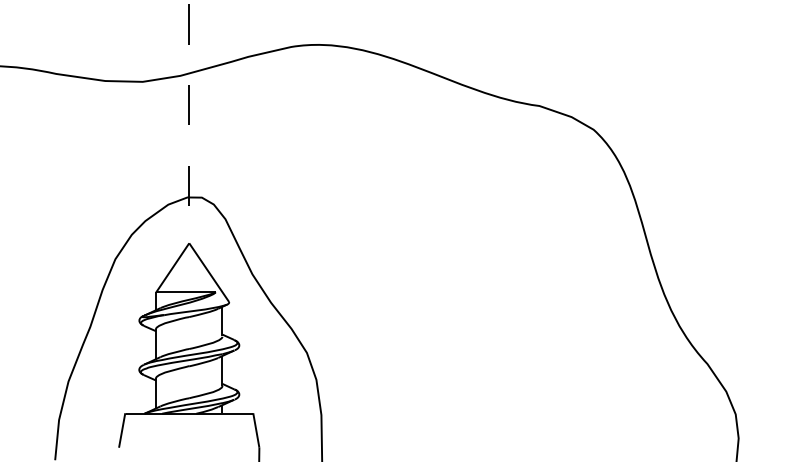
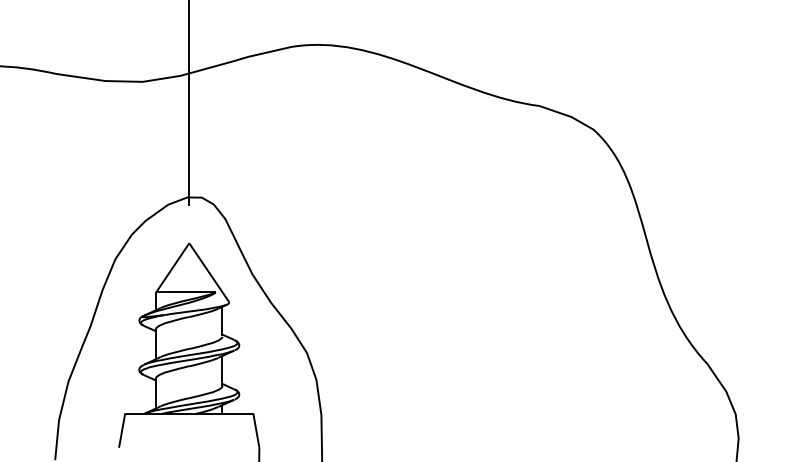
line at (189, 102): dashed -> solid
